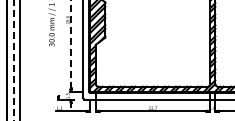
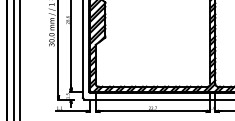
line at (71, 43): dashed -> solid
line at (58, 48): none -> present
line at (13, 60): dashed -> solid
